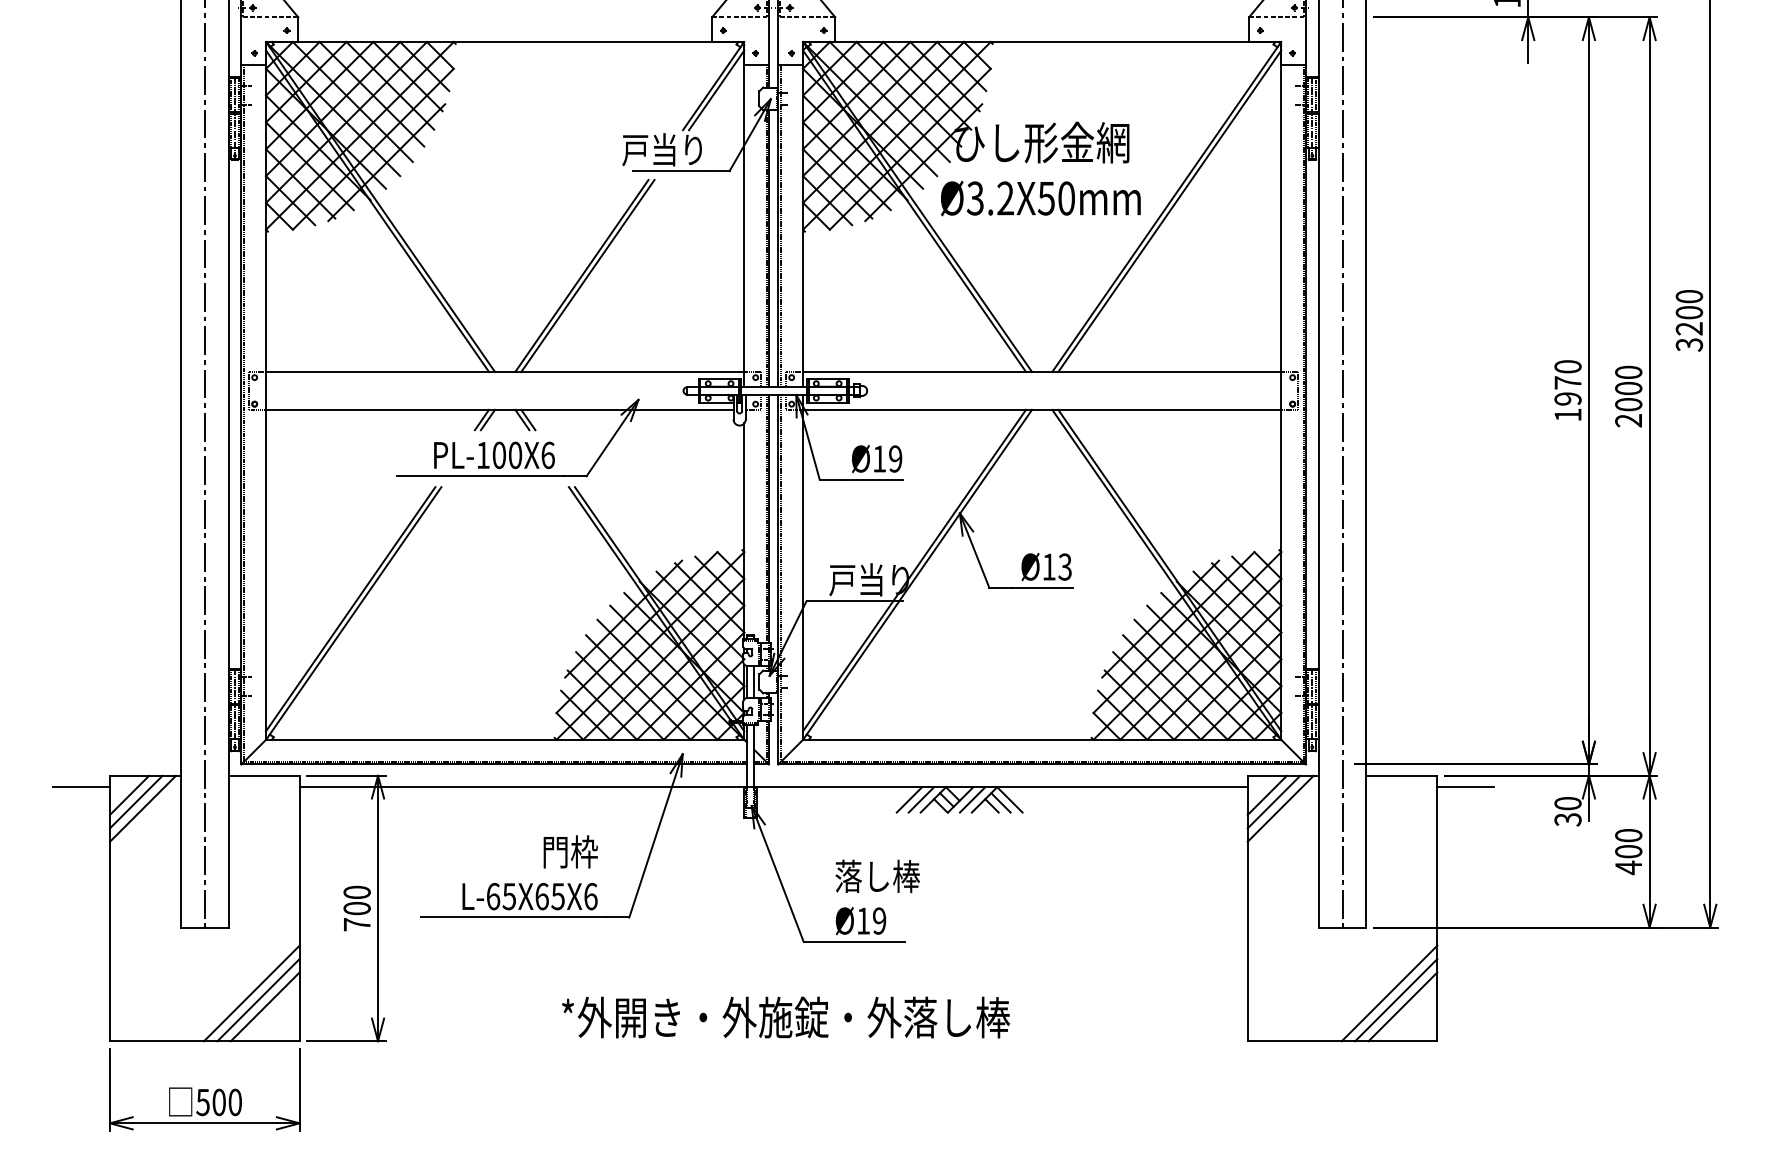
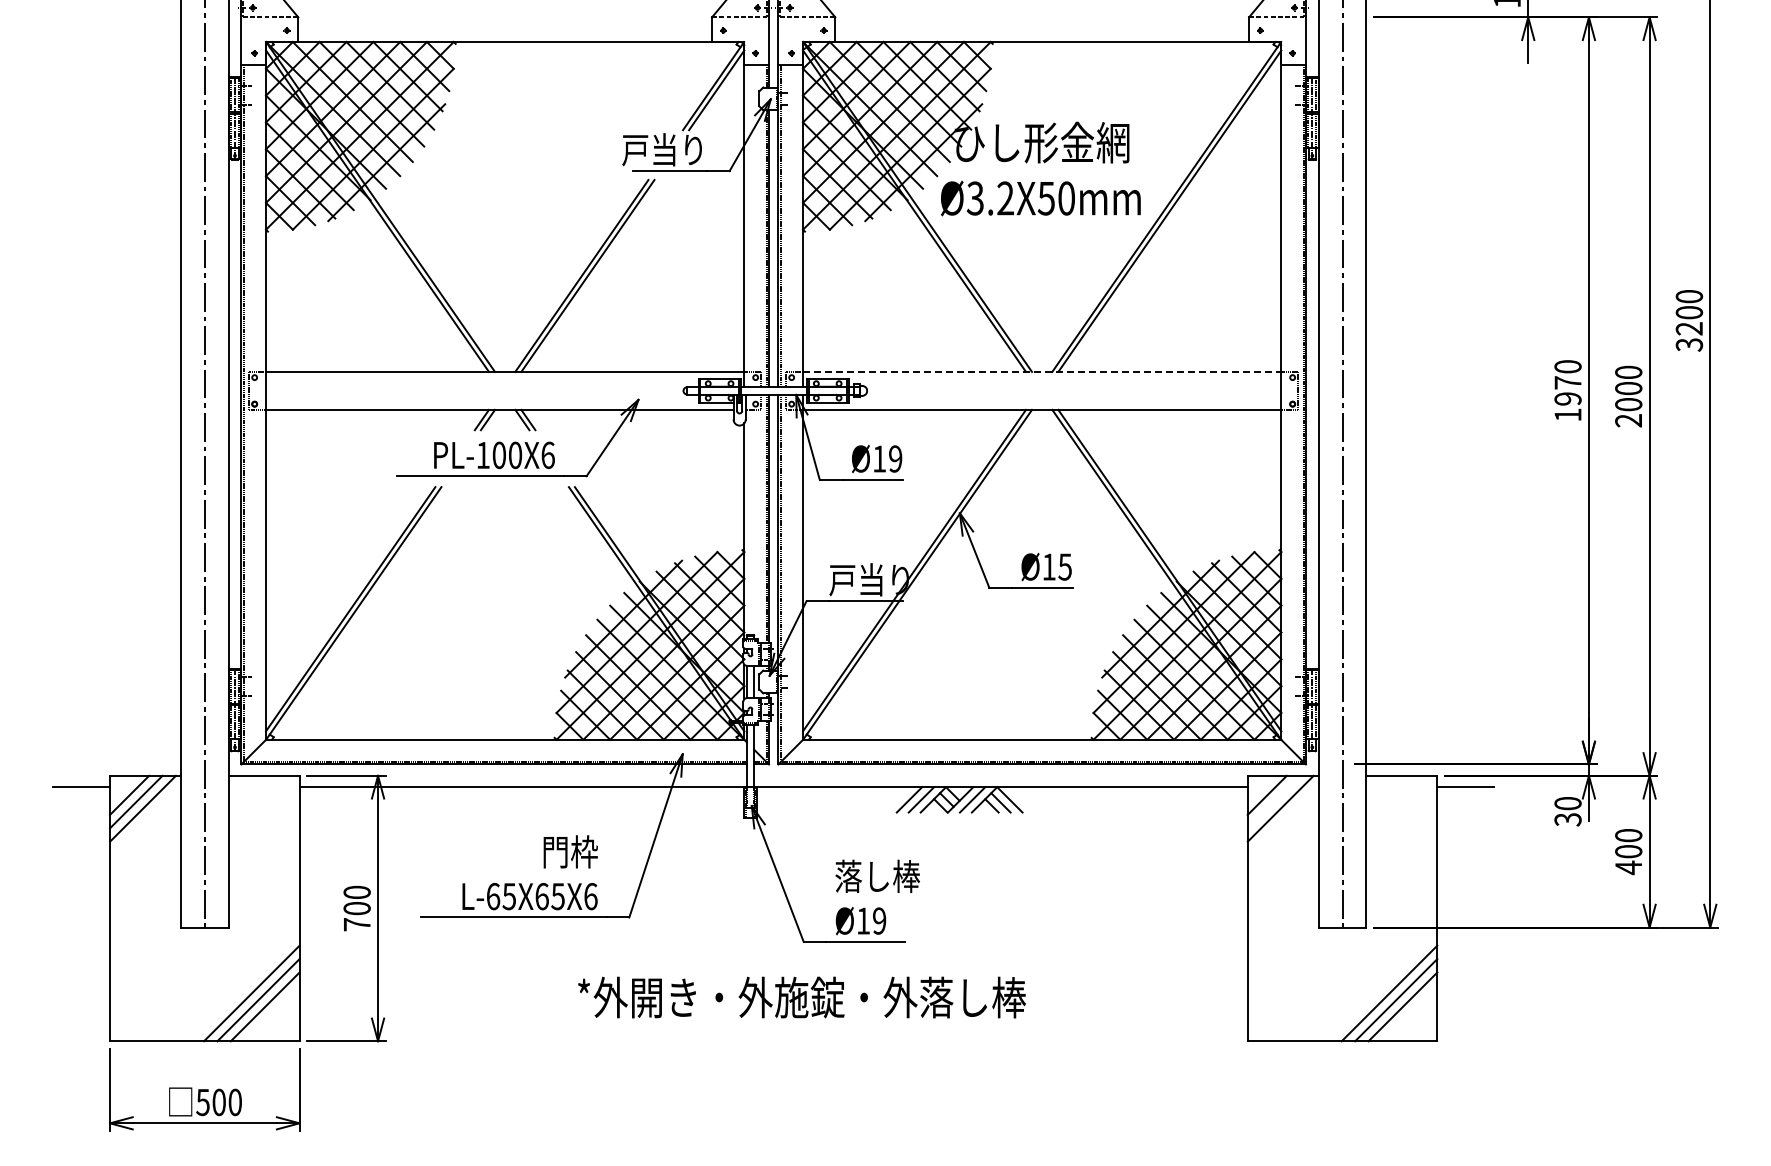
line at (1042, 371): solid -> dashed
text at (1064, 566): Ø13 -> Ø15
line at (1273, 801): present -> none
text at (785, 1017) position: (785, 1017) -> (801, 997)
